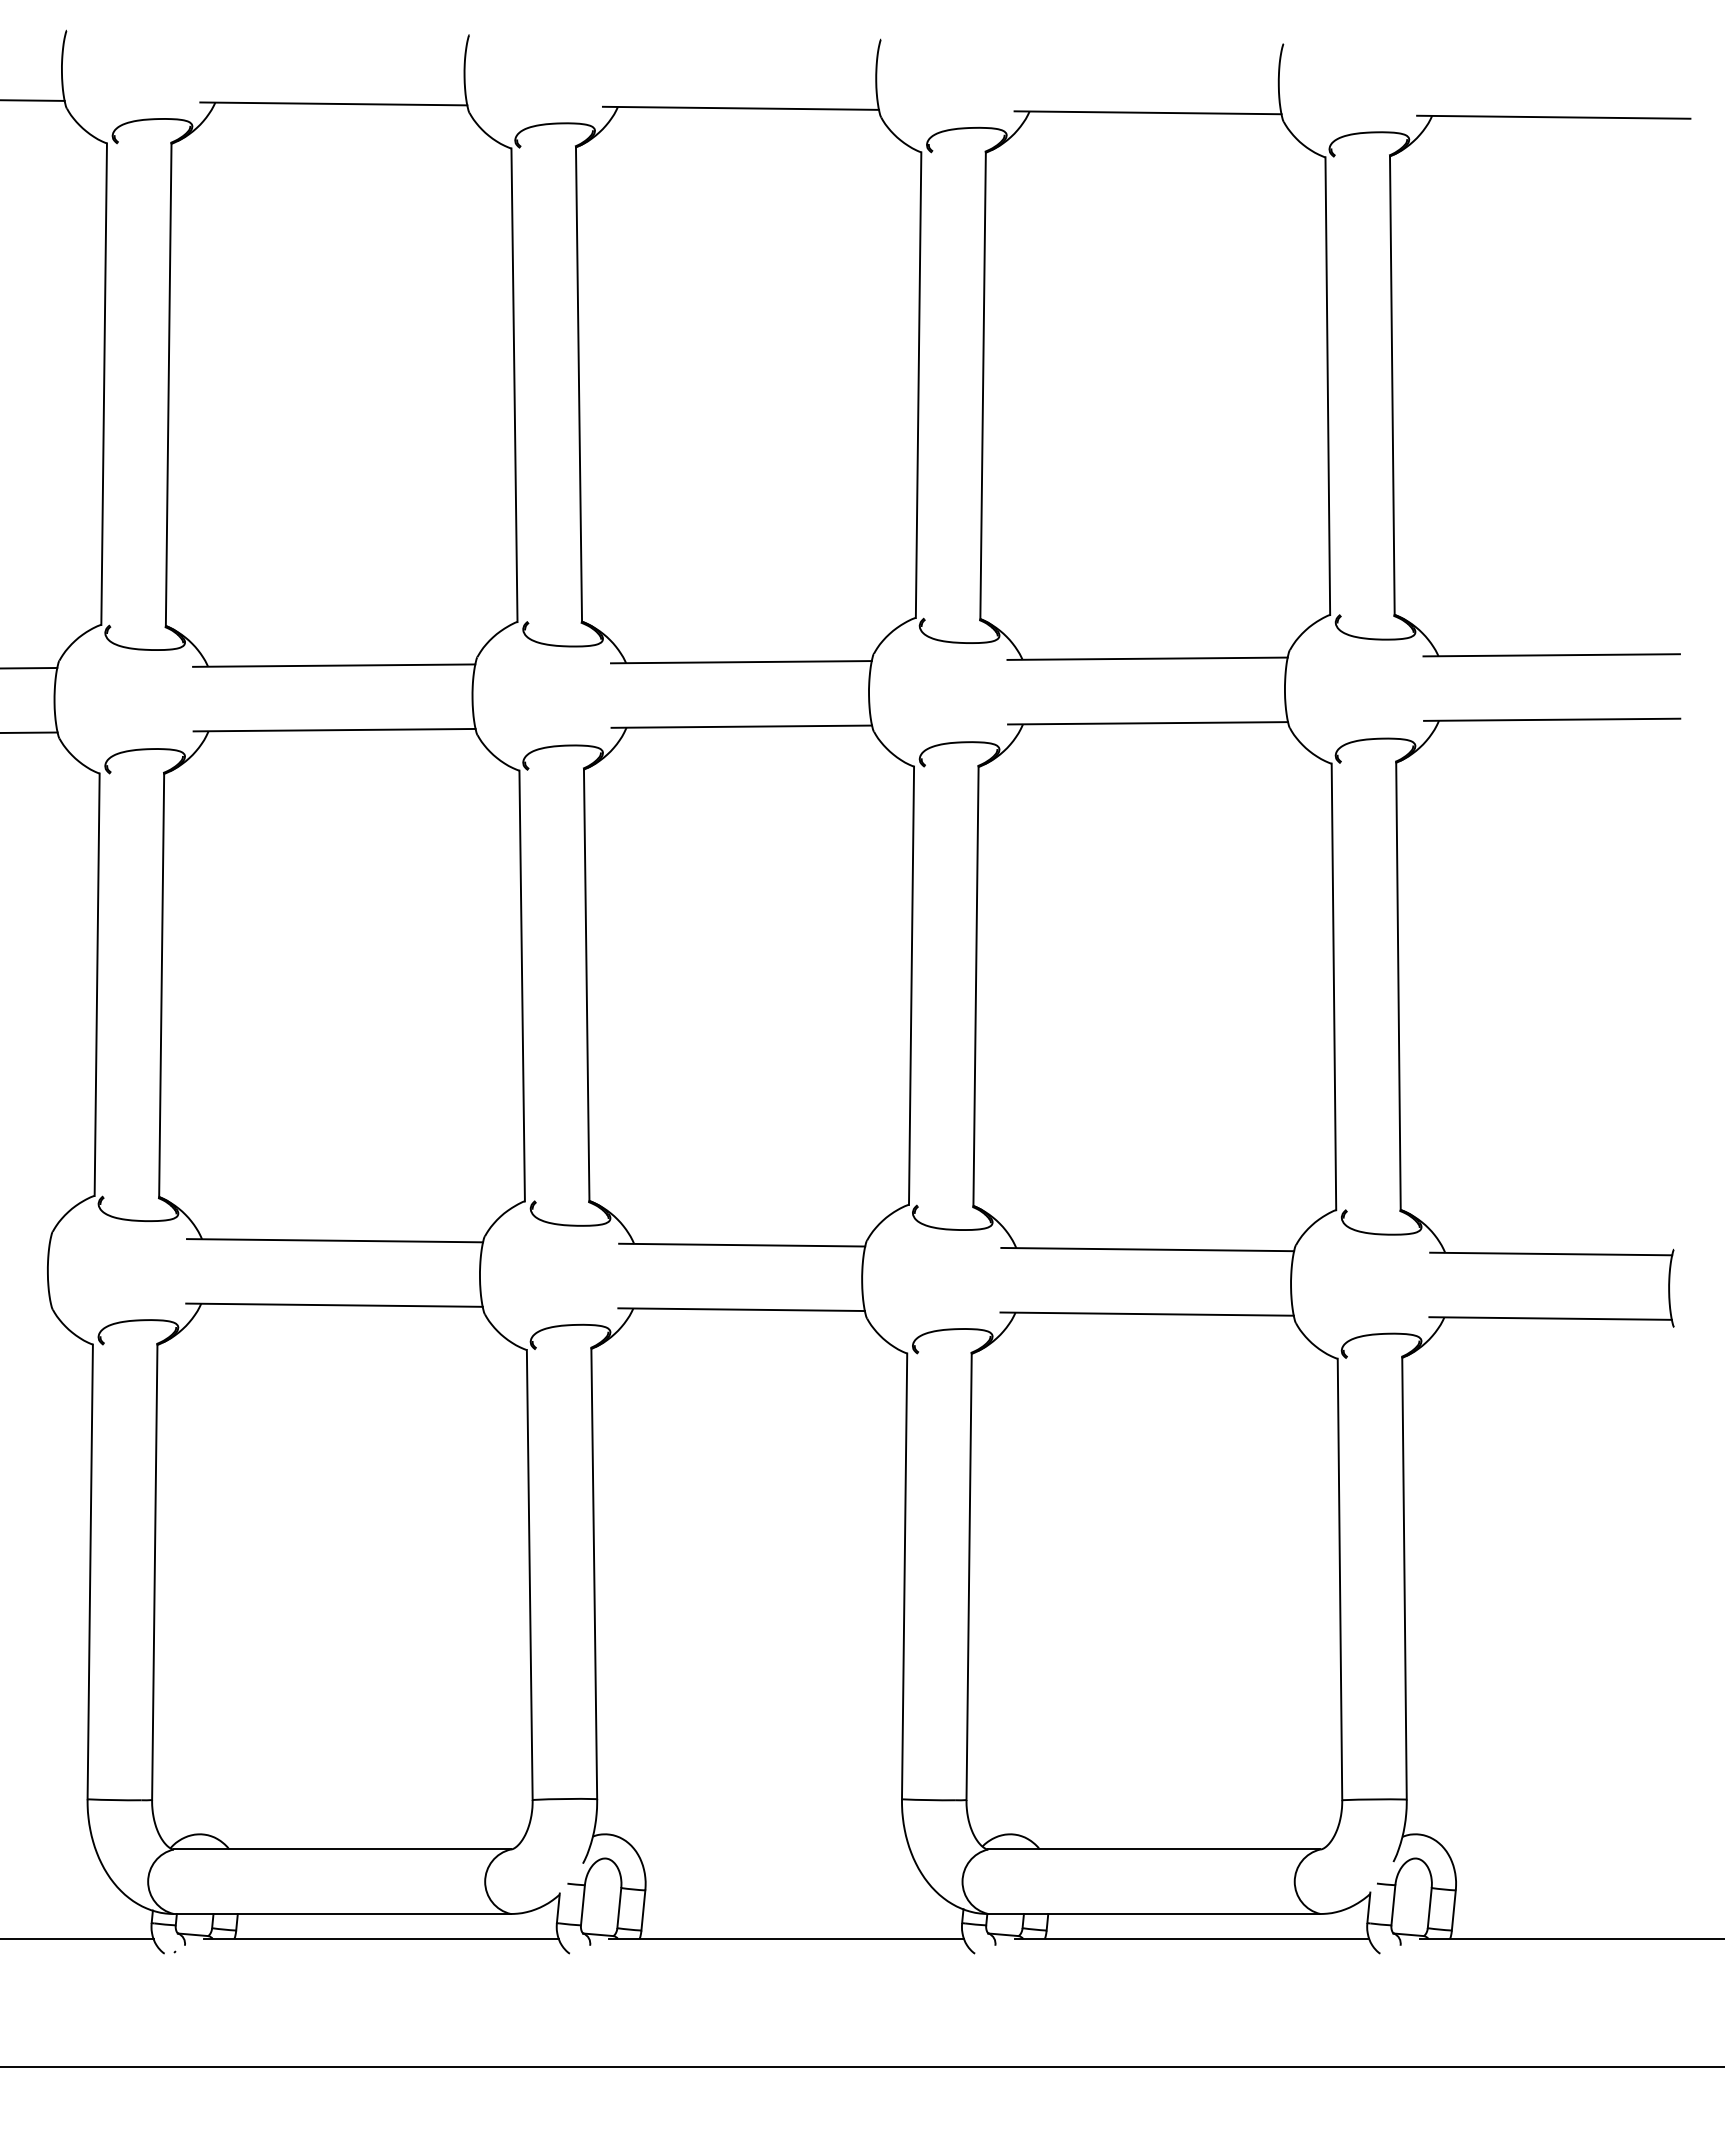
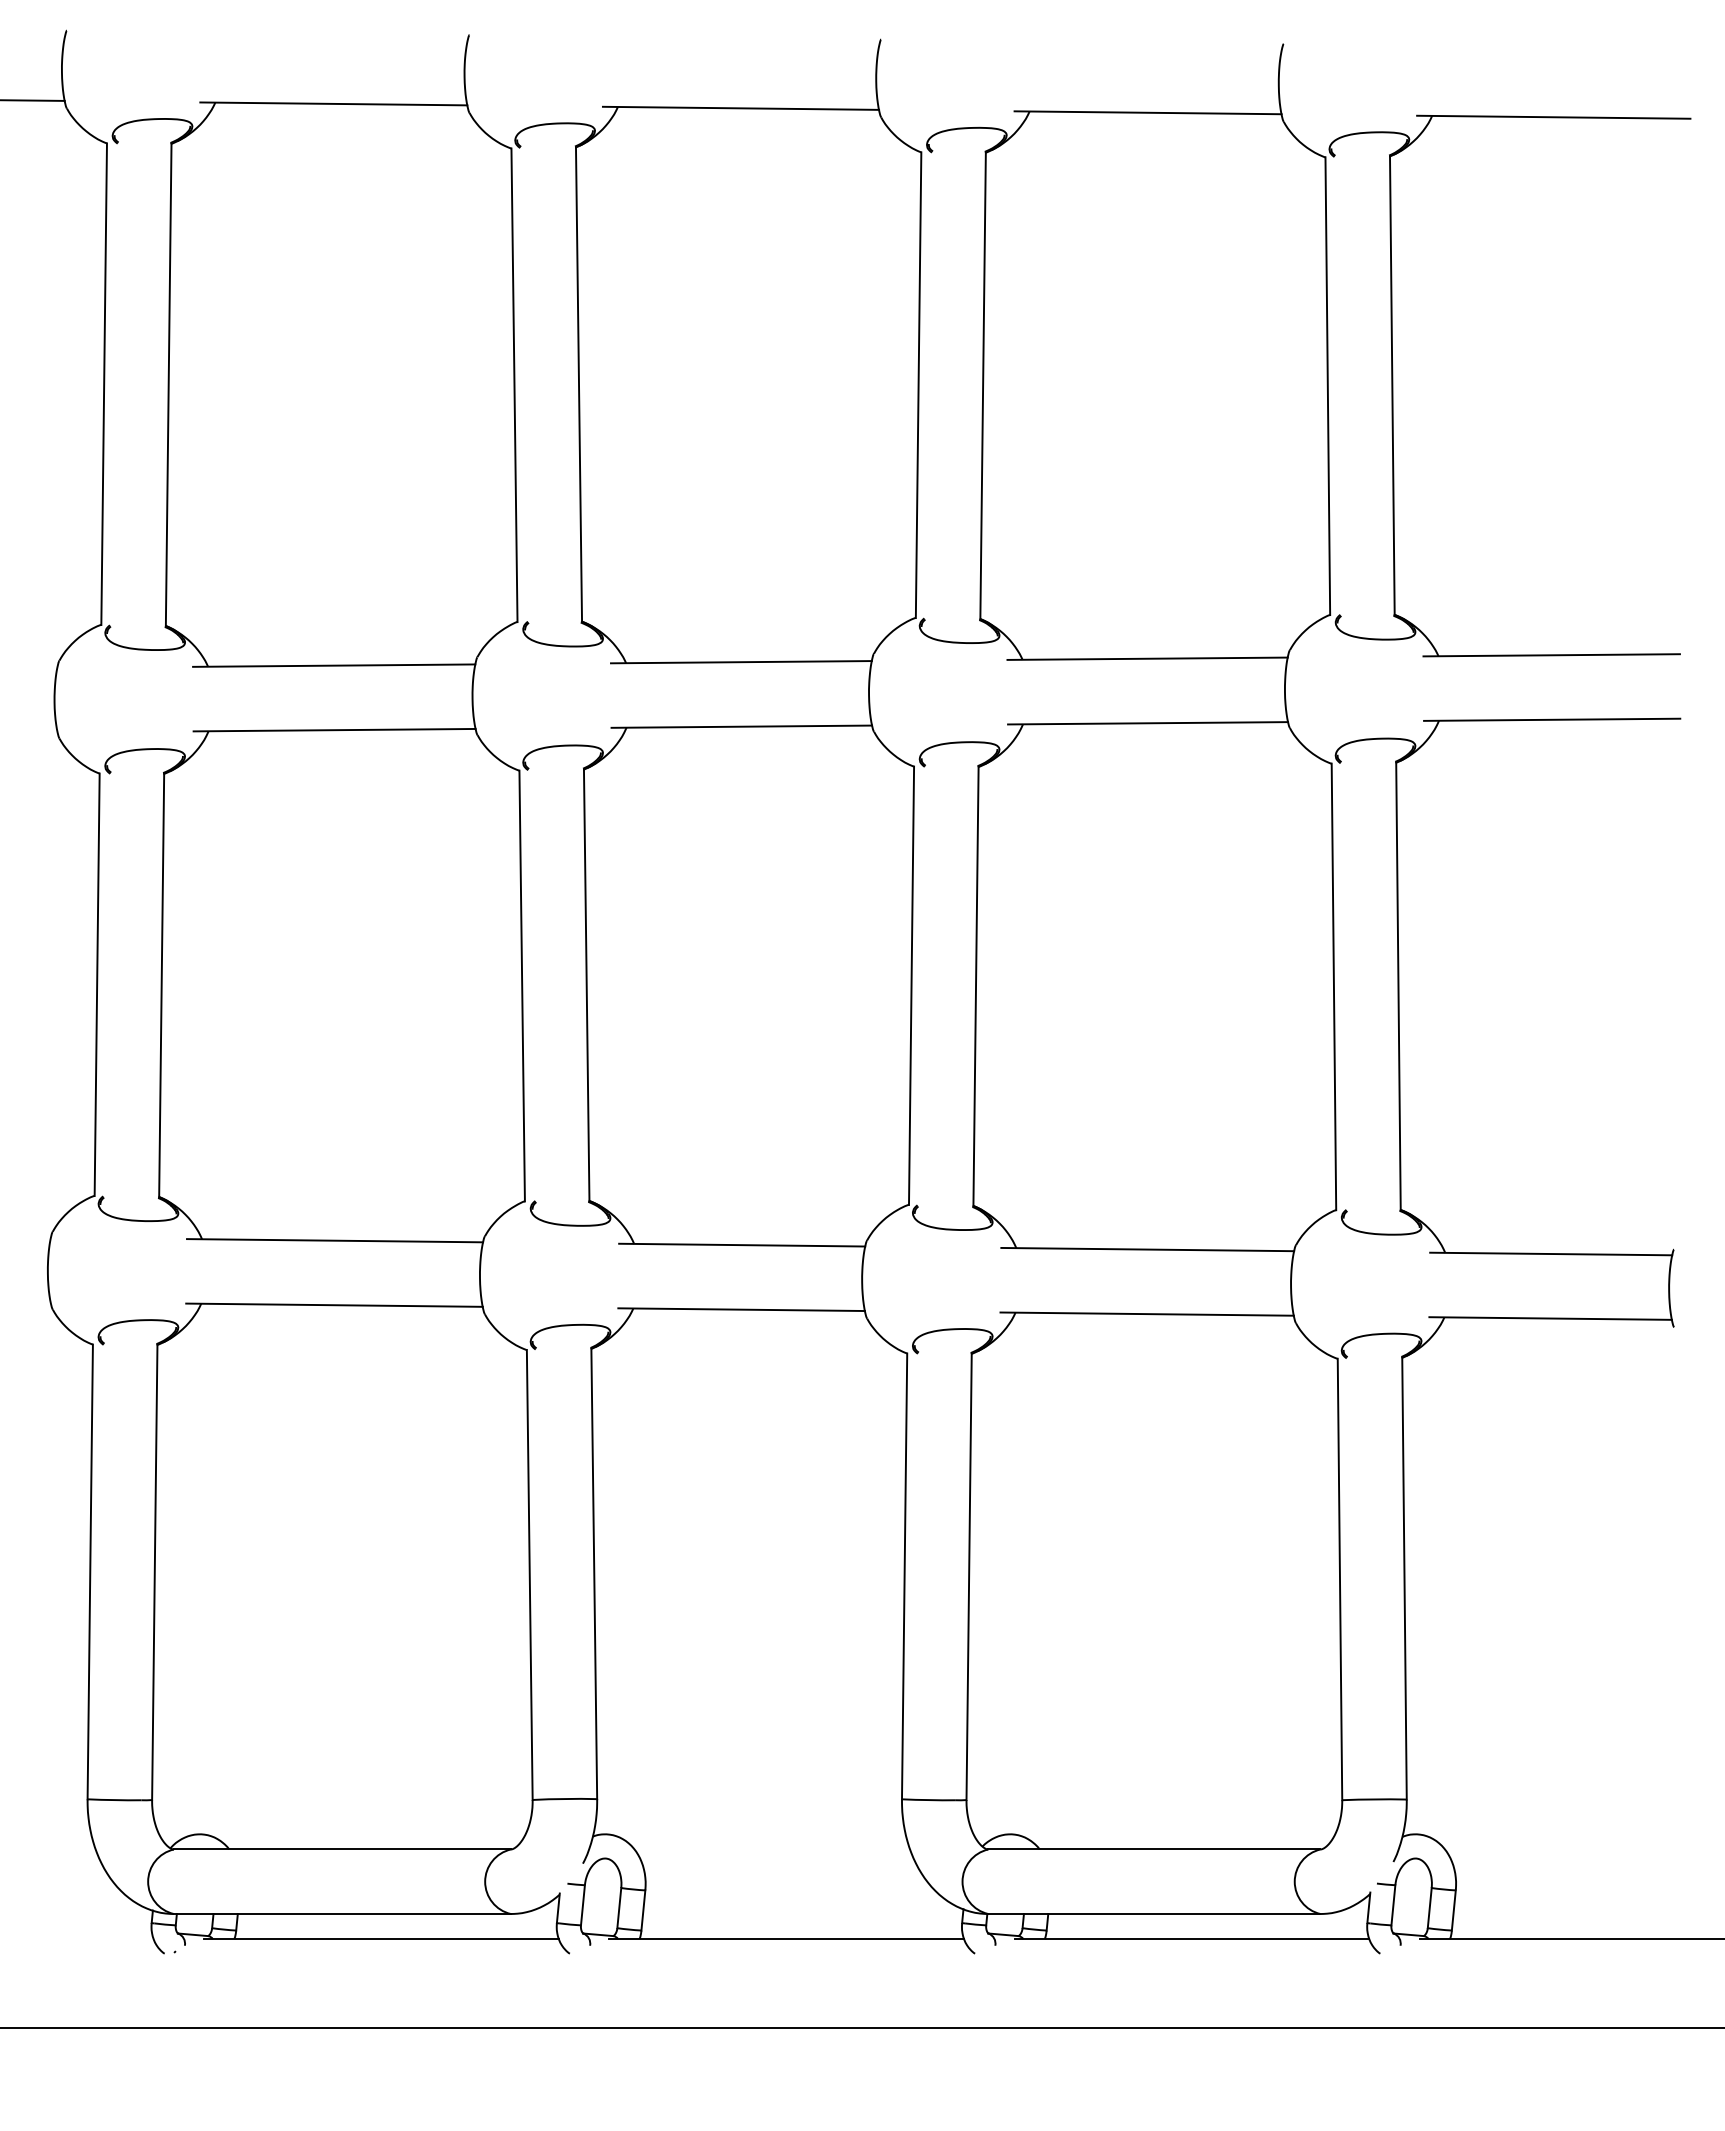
line at (29, 668): present -> none
line at (29, 732): present -> none
line at (77, 1939): present -> none
line at (861, 2067) position: (861, 2067) -> (861, 2028)
